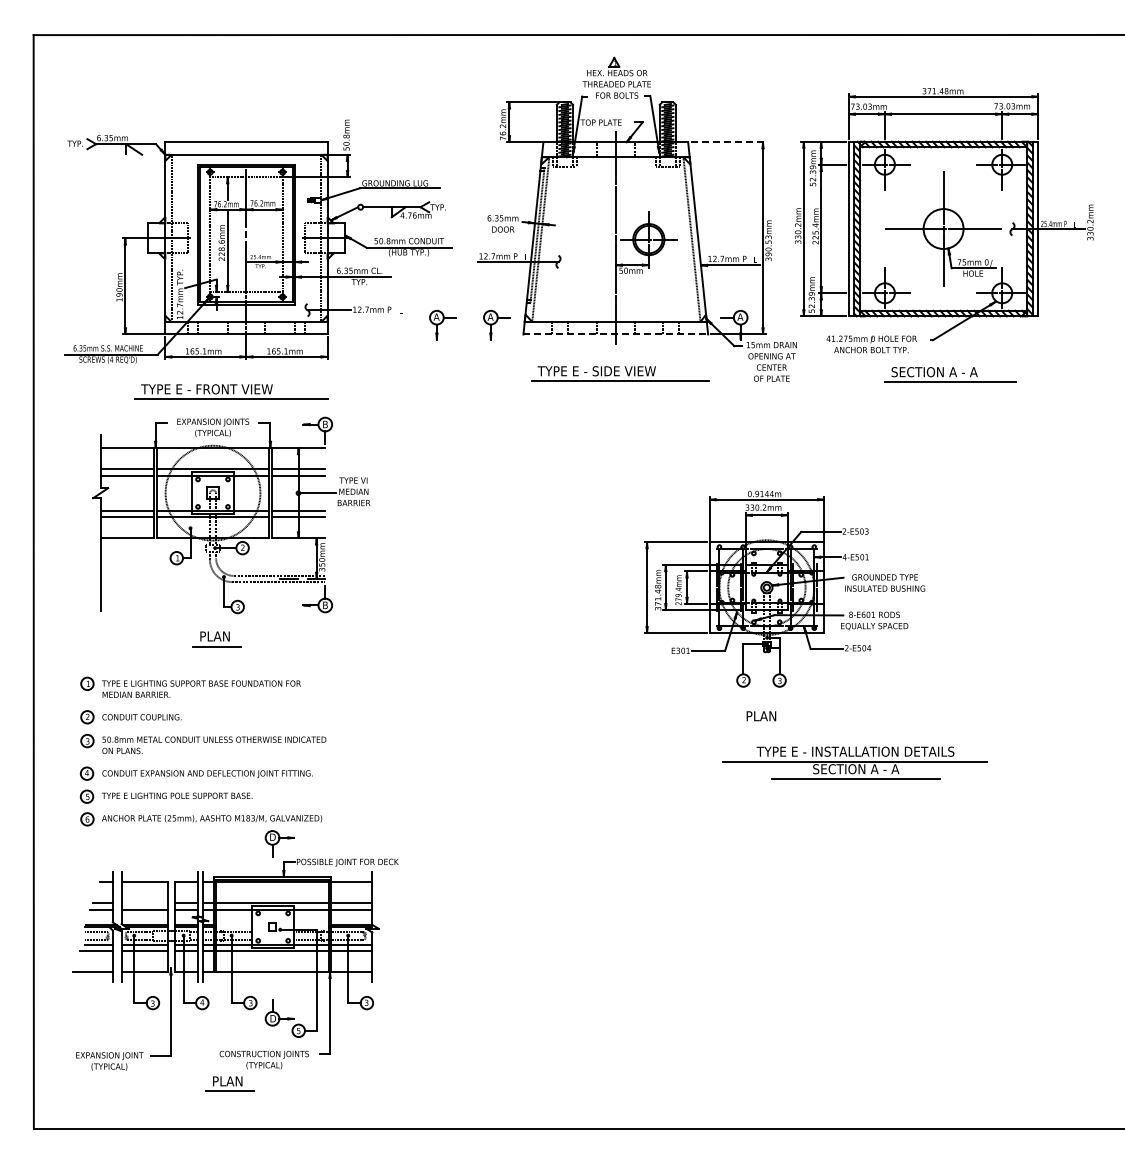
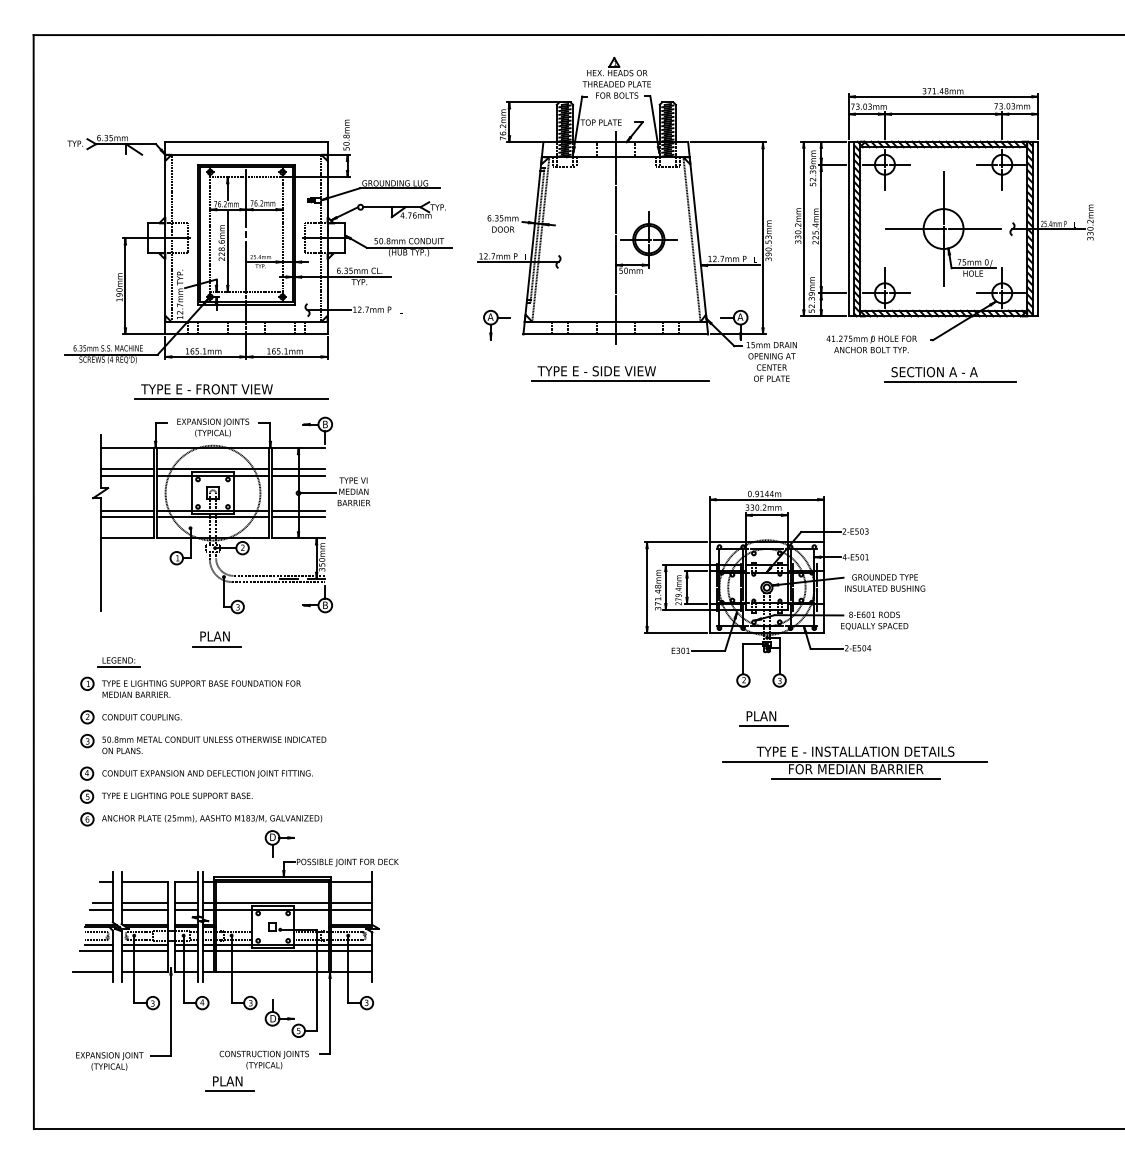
line at (728, 142): dashed -> solid
part at (442, 325): present -> none
line at (616, 334): dashed -> solid
part at (118, 662): none -> present
line at (763, 726): none -> present
text at (856, 769): SECTION A - A -> FOR MEDIAN BARRIER
line at (144, 903): none -> present
